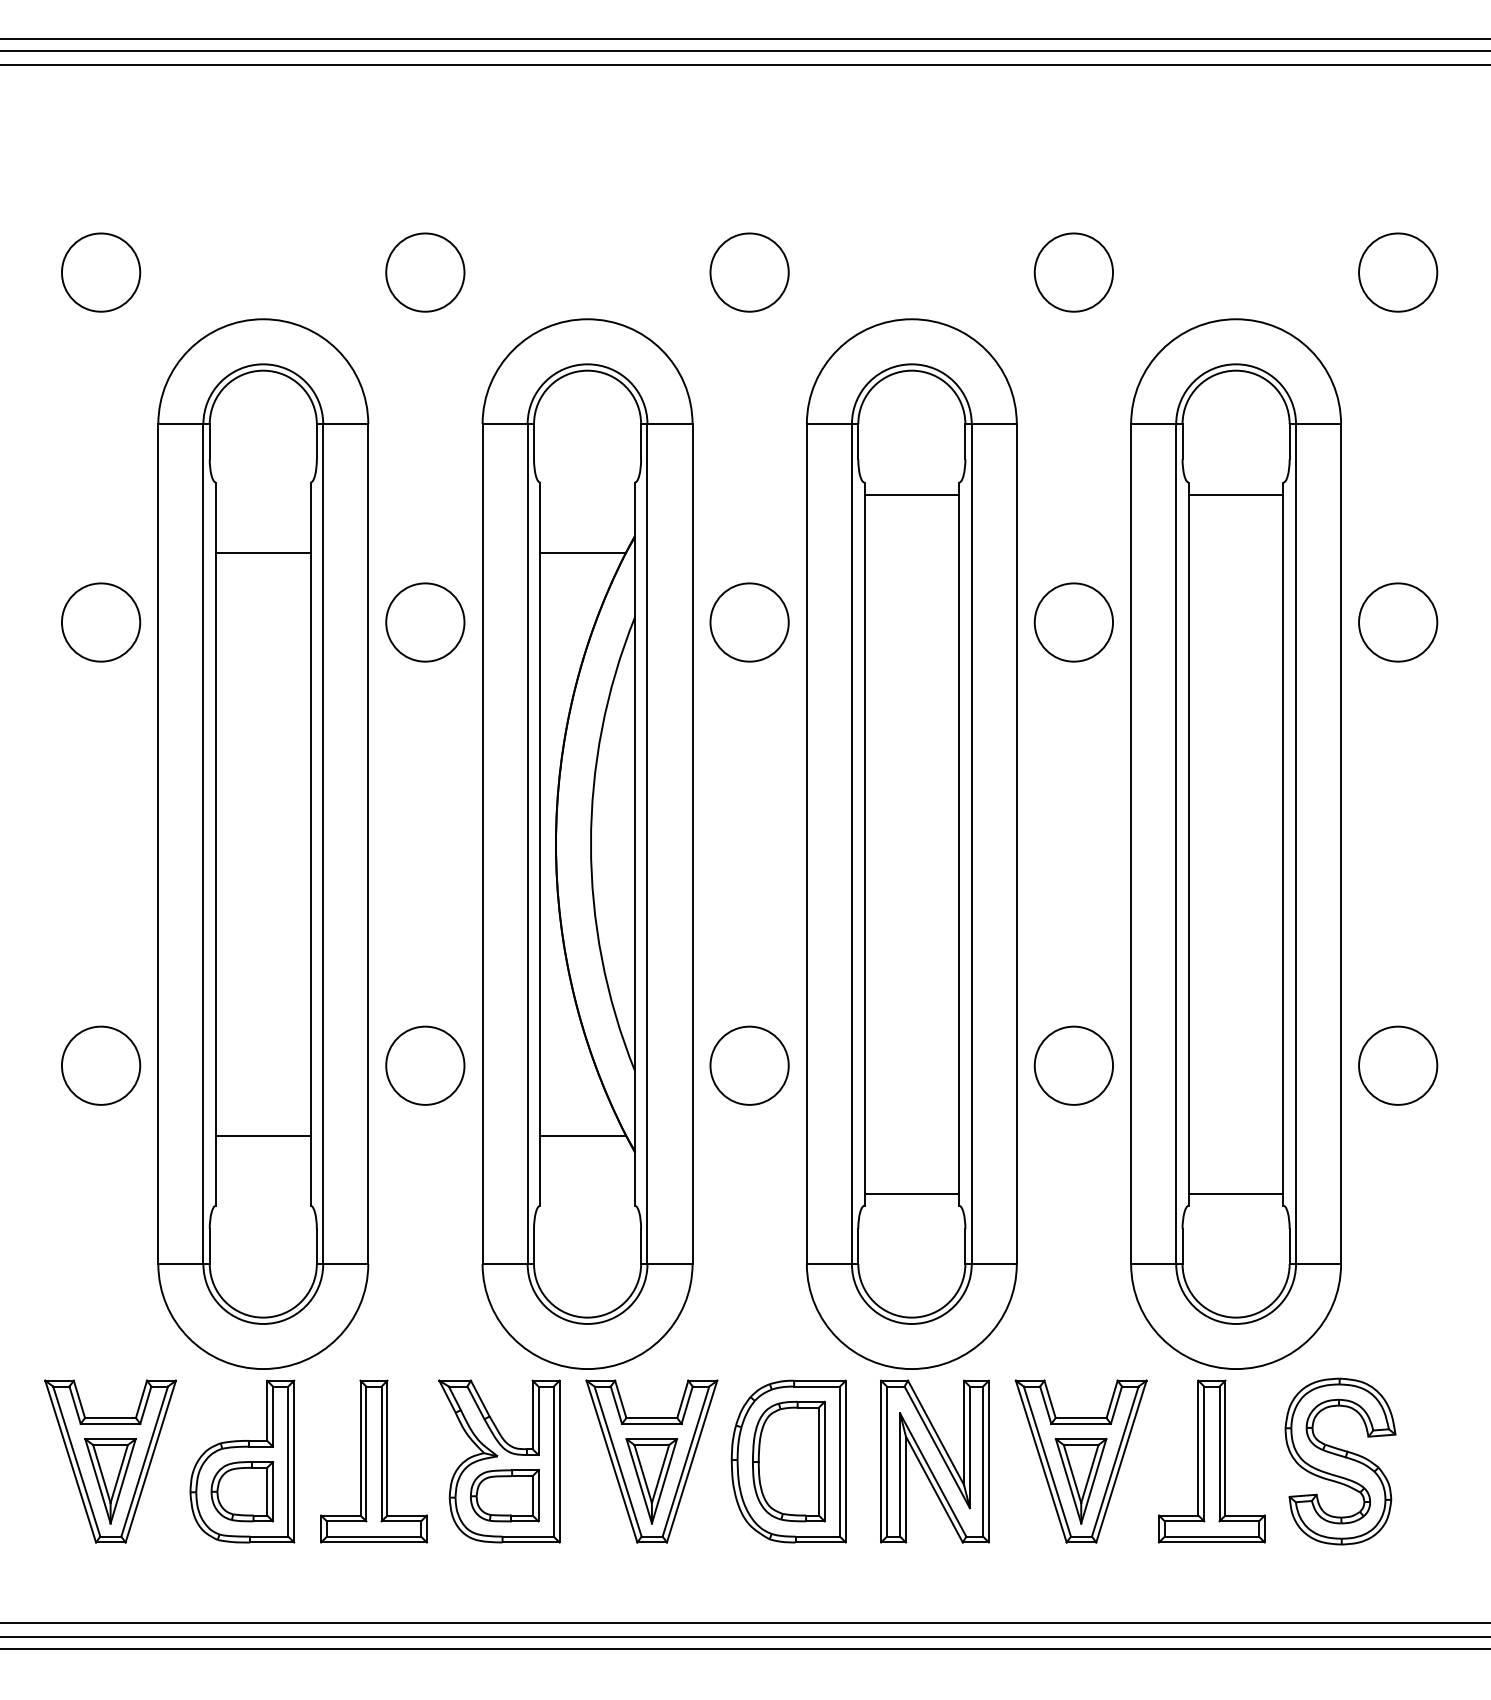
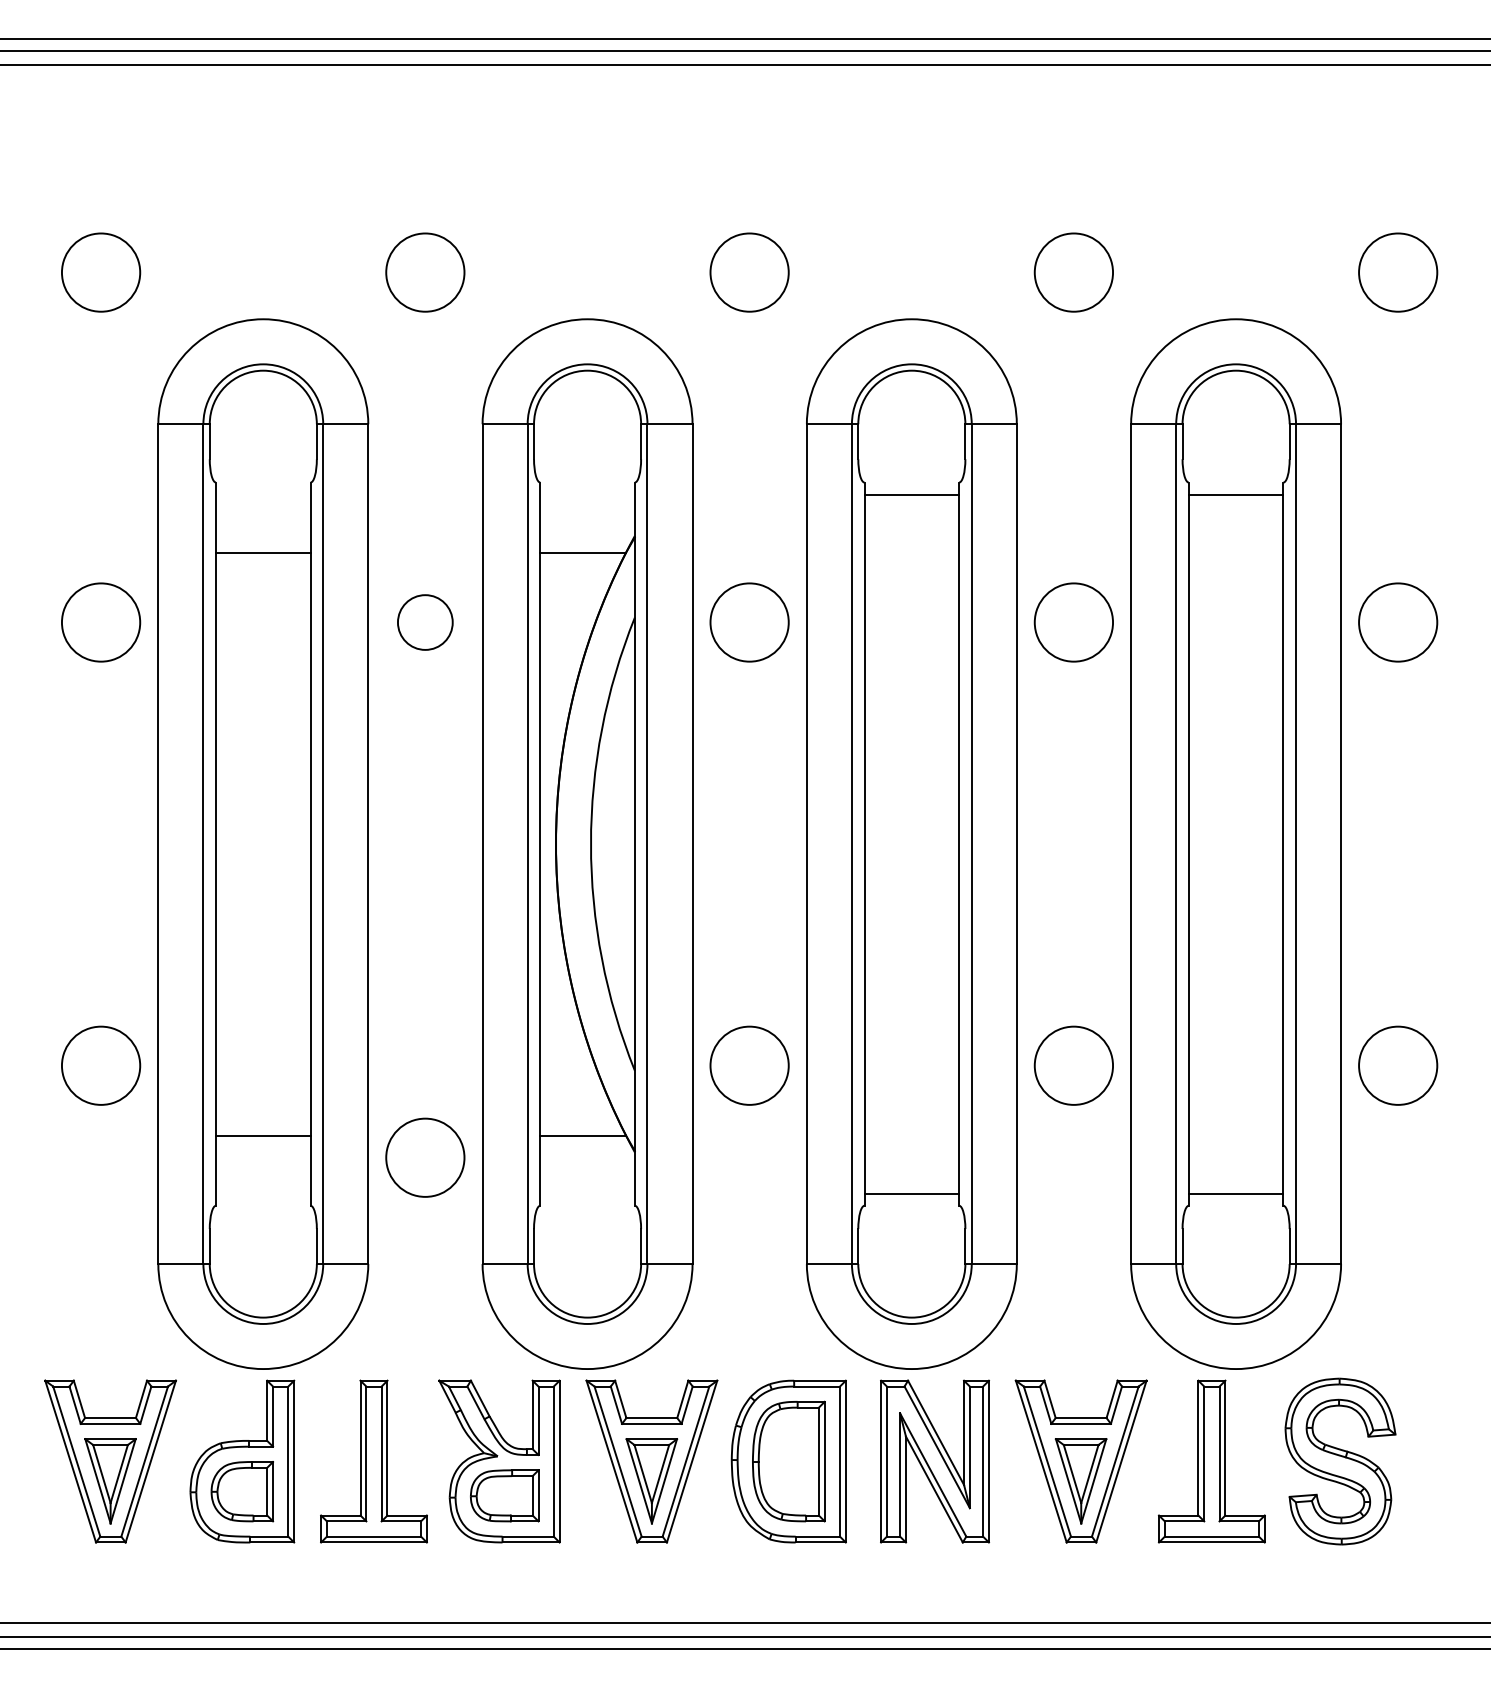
circle at (425, 622) diameter: 78 px -> 55 px
circle at (425, 1065) position: (425, 1065) -> (425, 1157)
